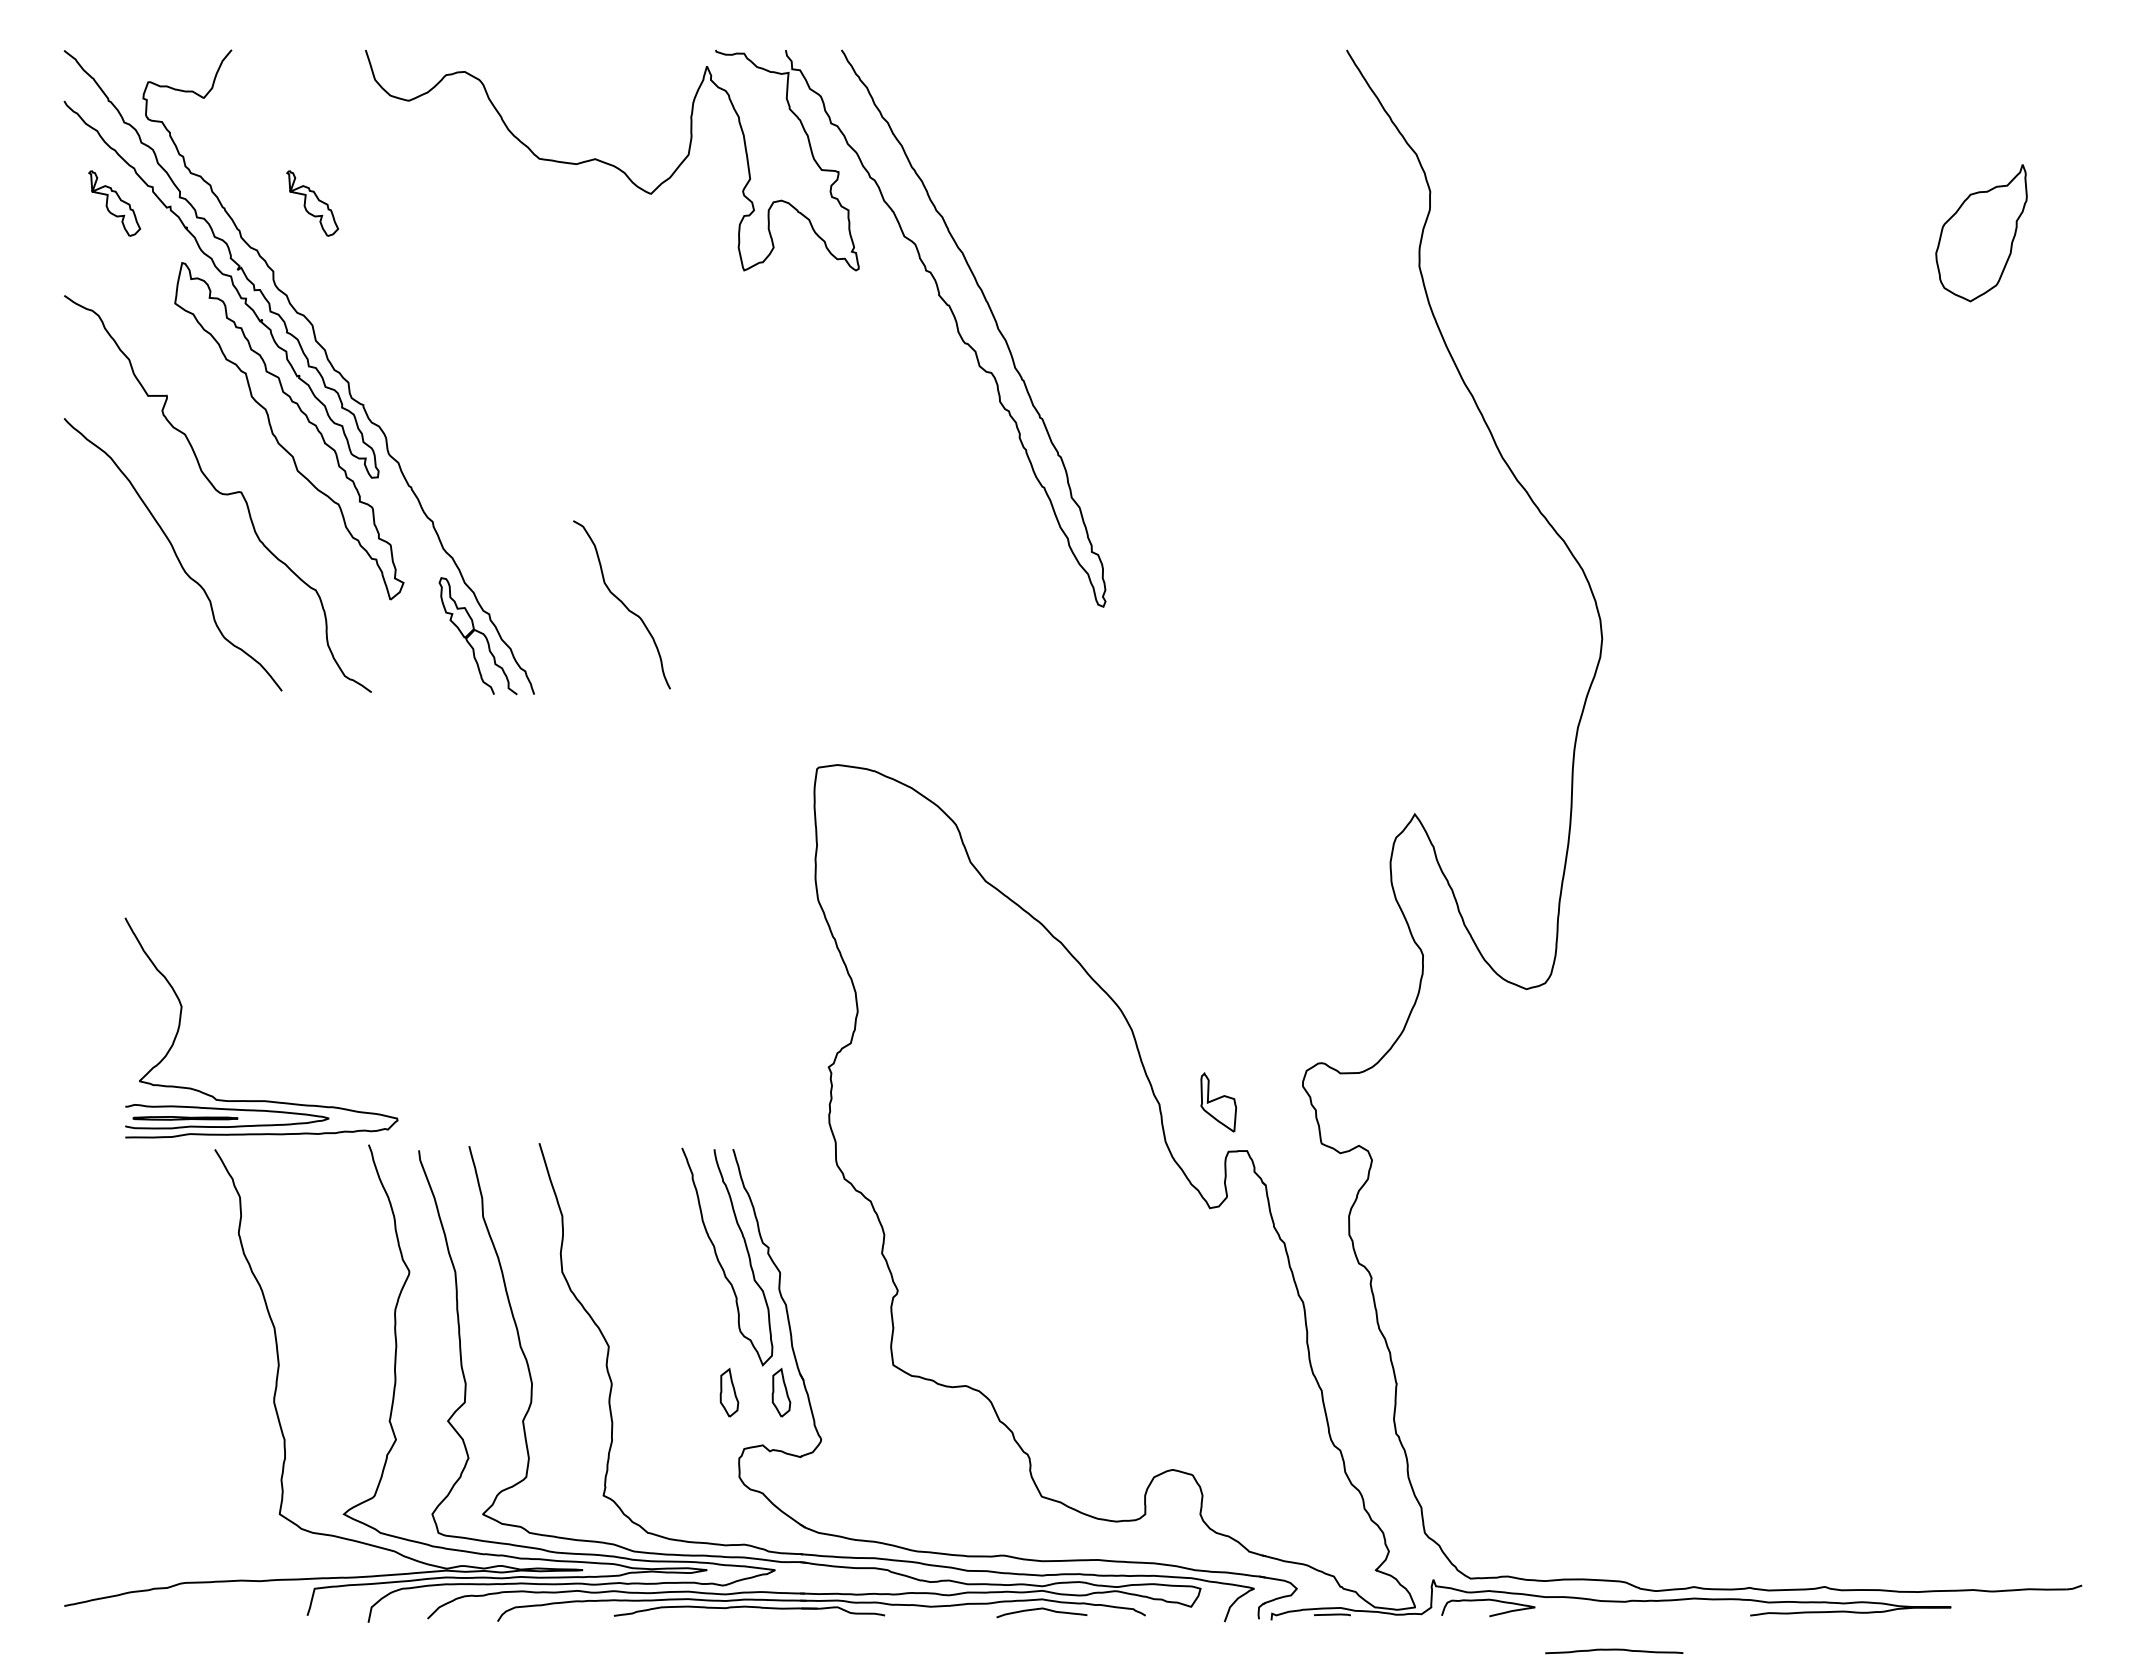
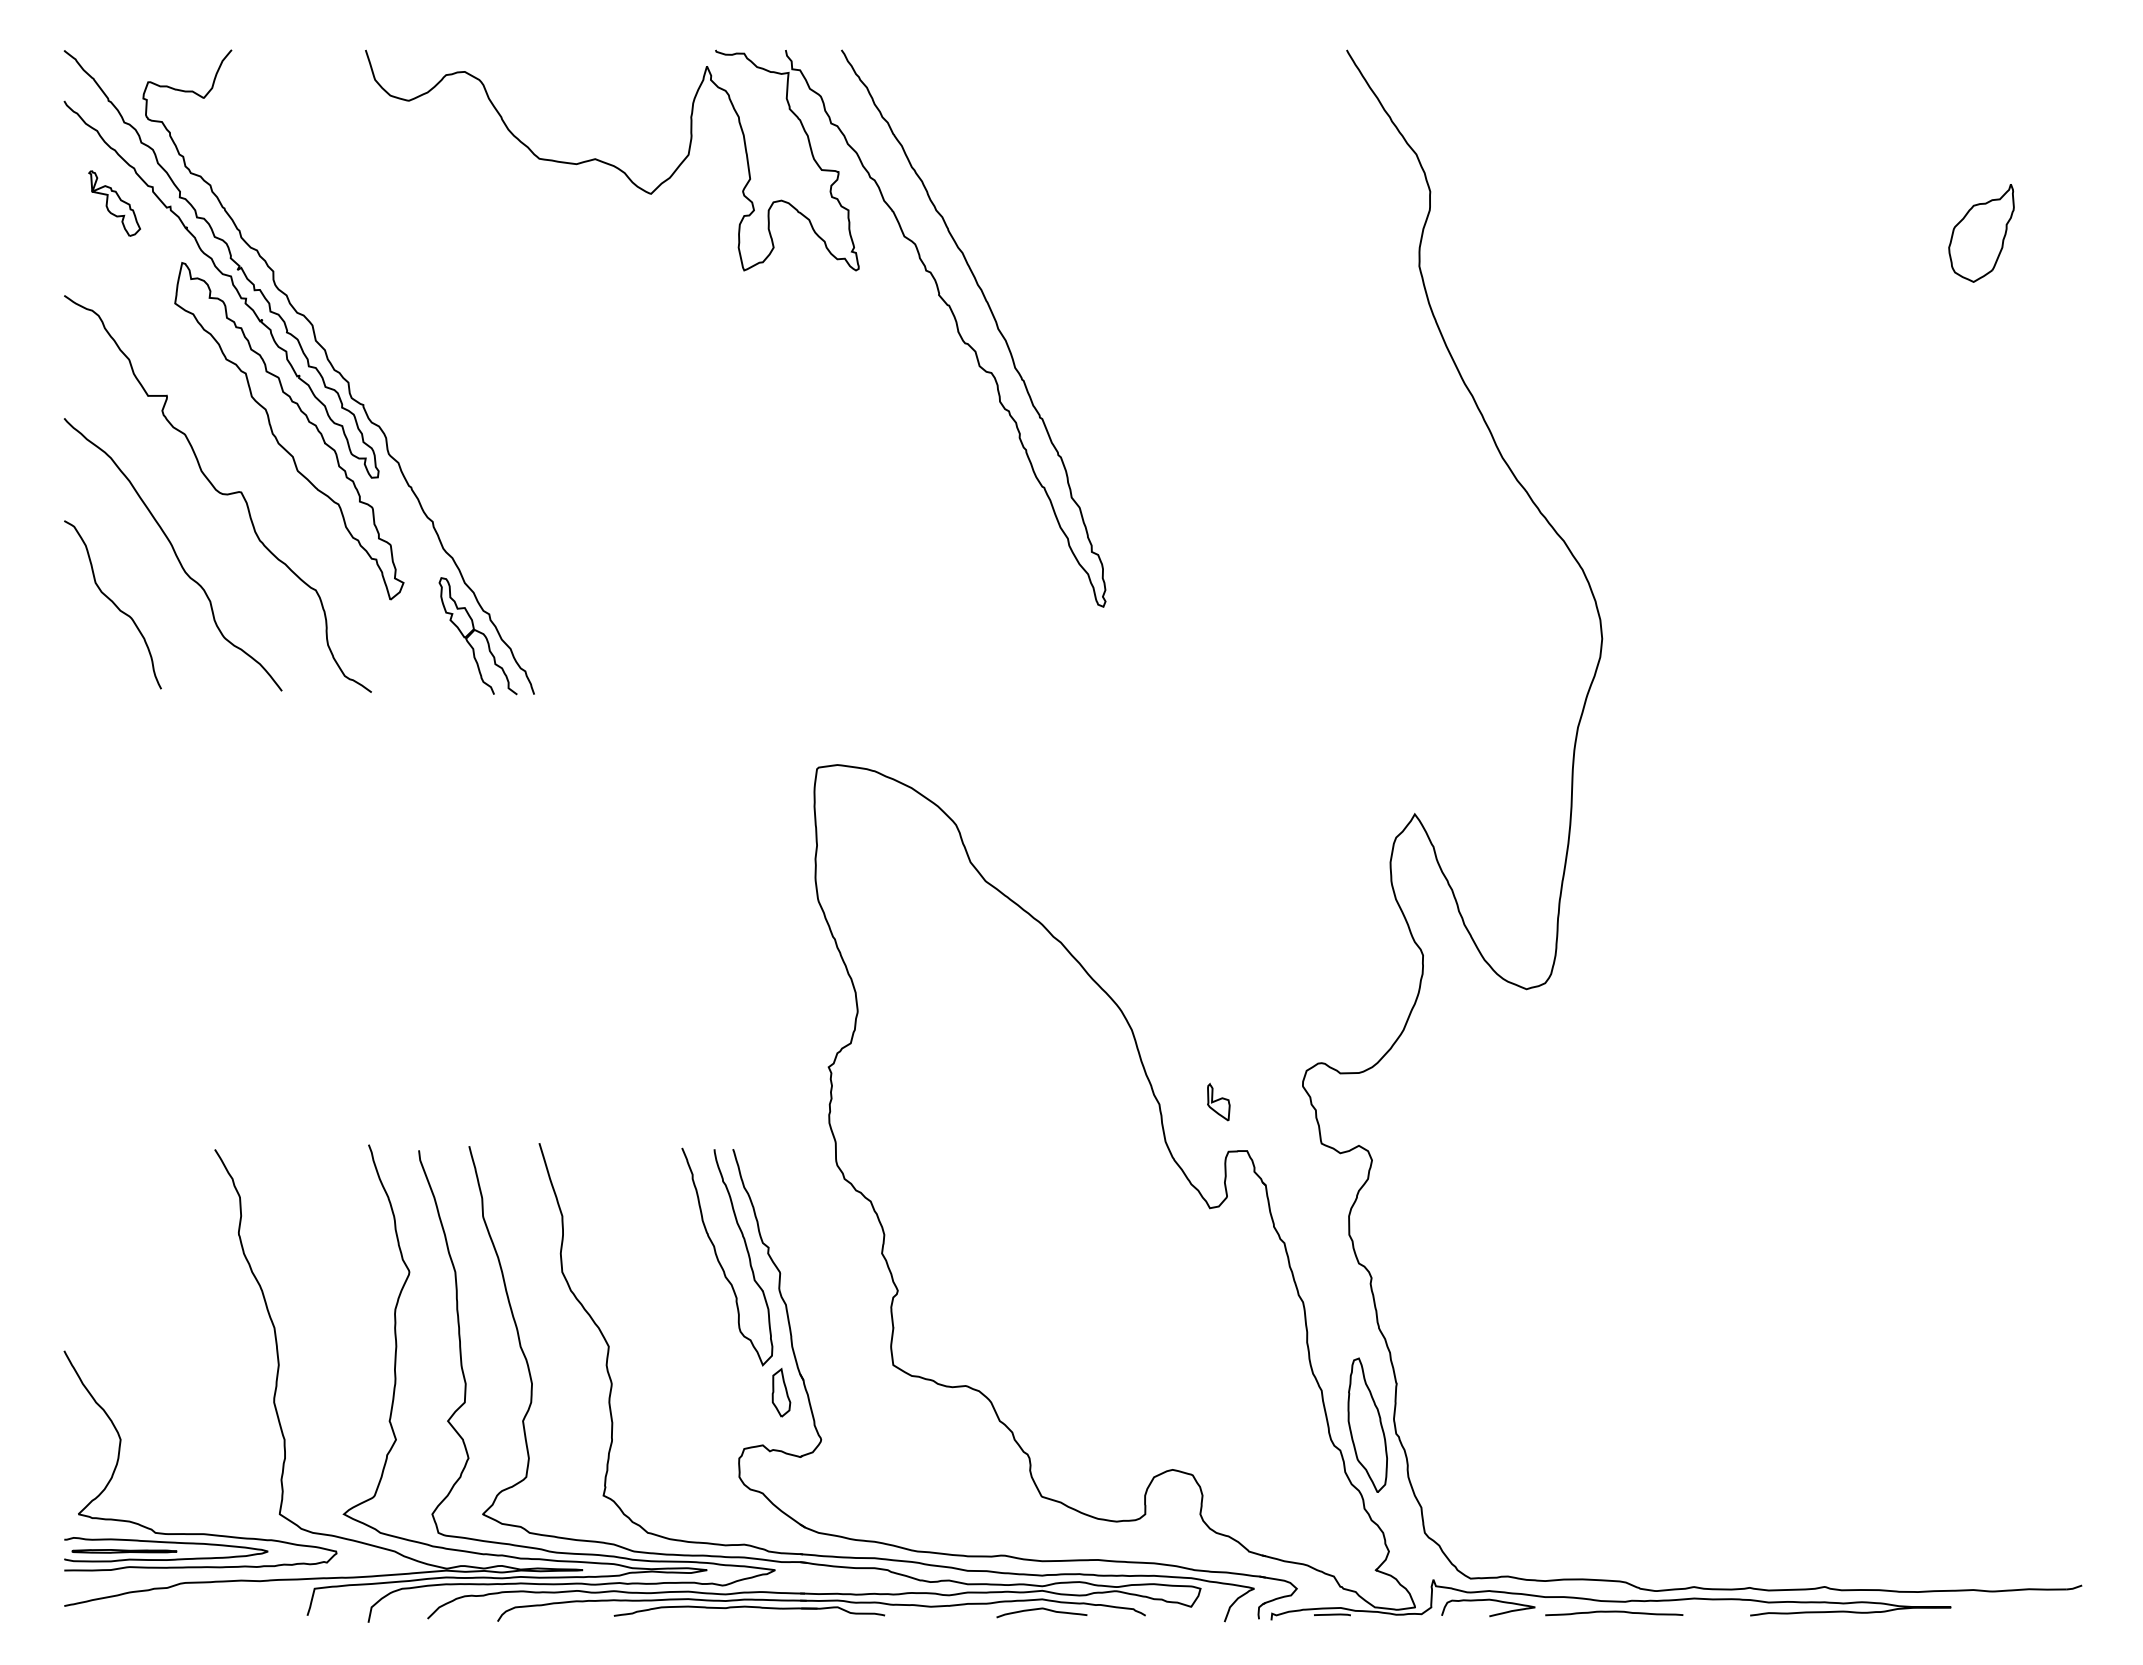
part at (312, 203): present -> none
part at (1981, 233) size: 93x139 px -> 67x99 px
curve at (621, 603) position: (621, 603) -> (112, 603)
part at (261, 1100) position: (261, 1100) -> (200, 1533)
part at (1218, 1102) size: 37x61 px -> 24x40 px
part at (729, 1392): present -> none
part at (1367, 1424): none -> present
curve at (1614, 1650) position: (1614, 1650) -> (1614, 1612)
